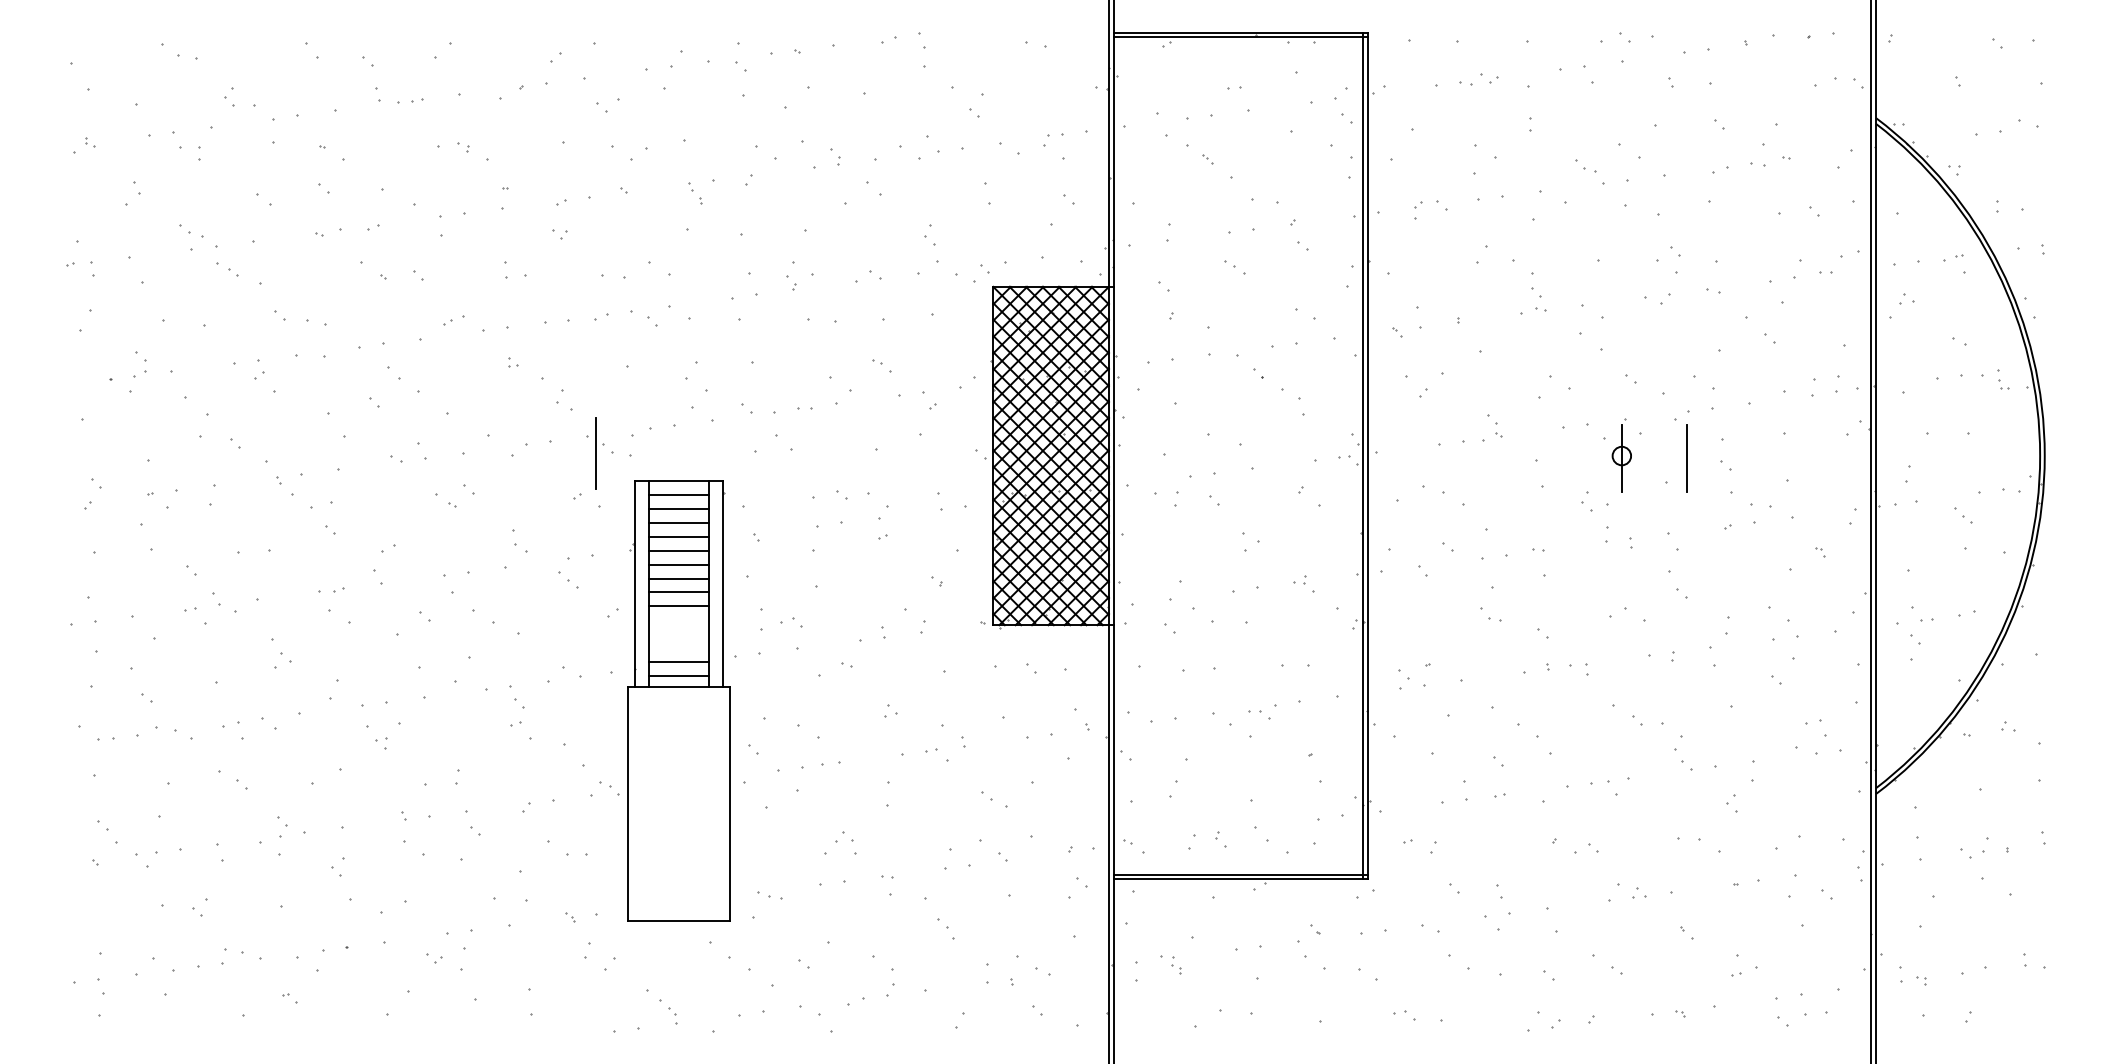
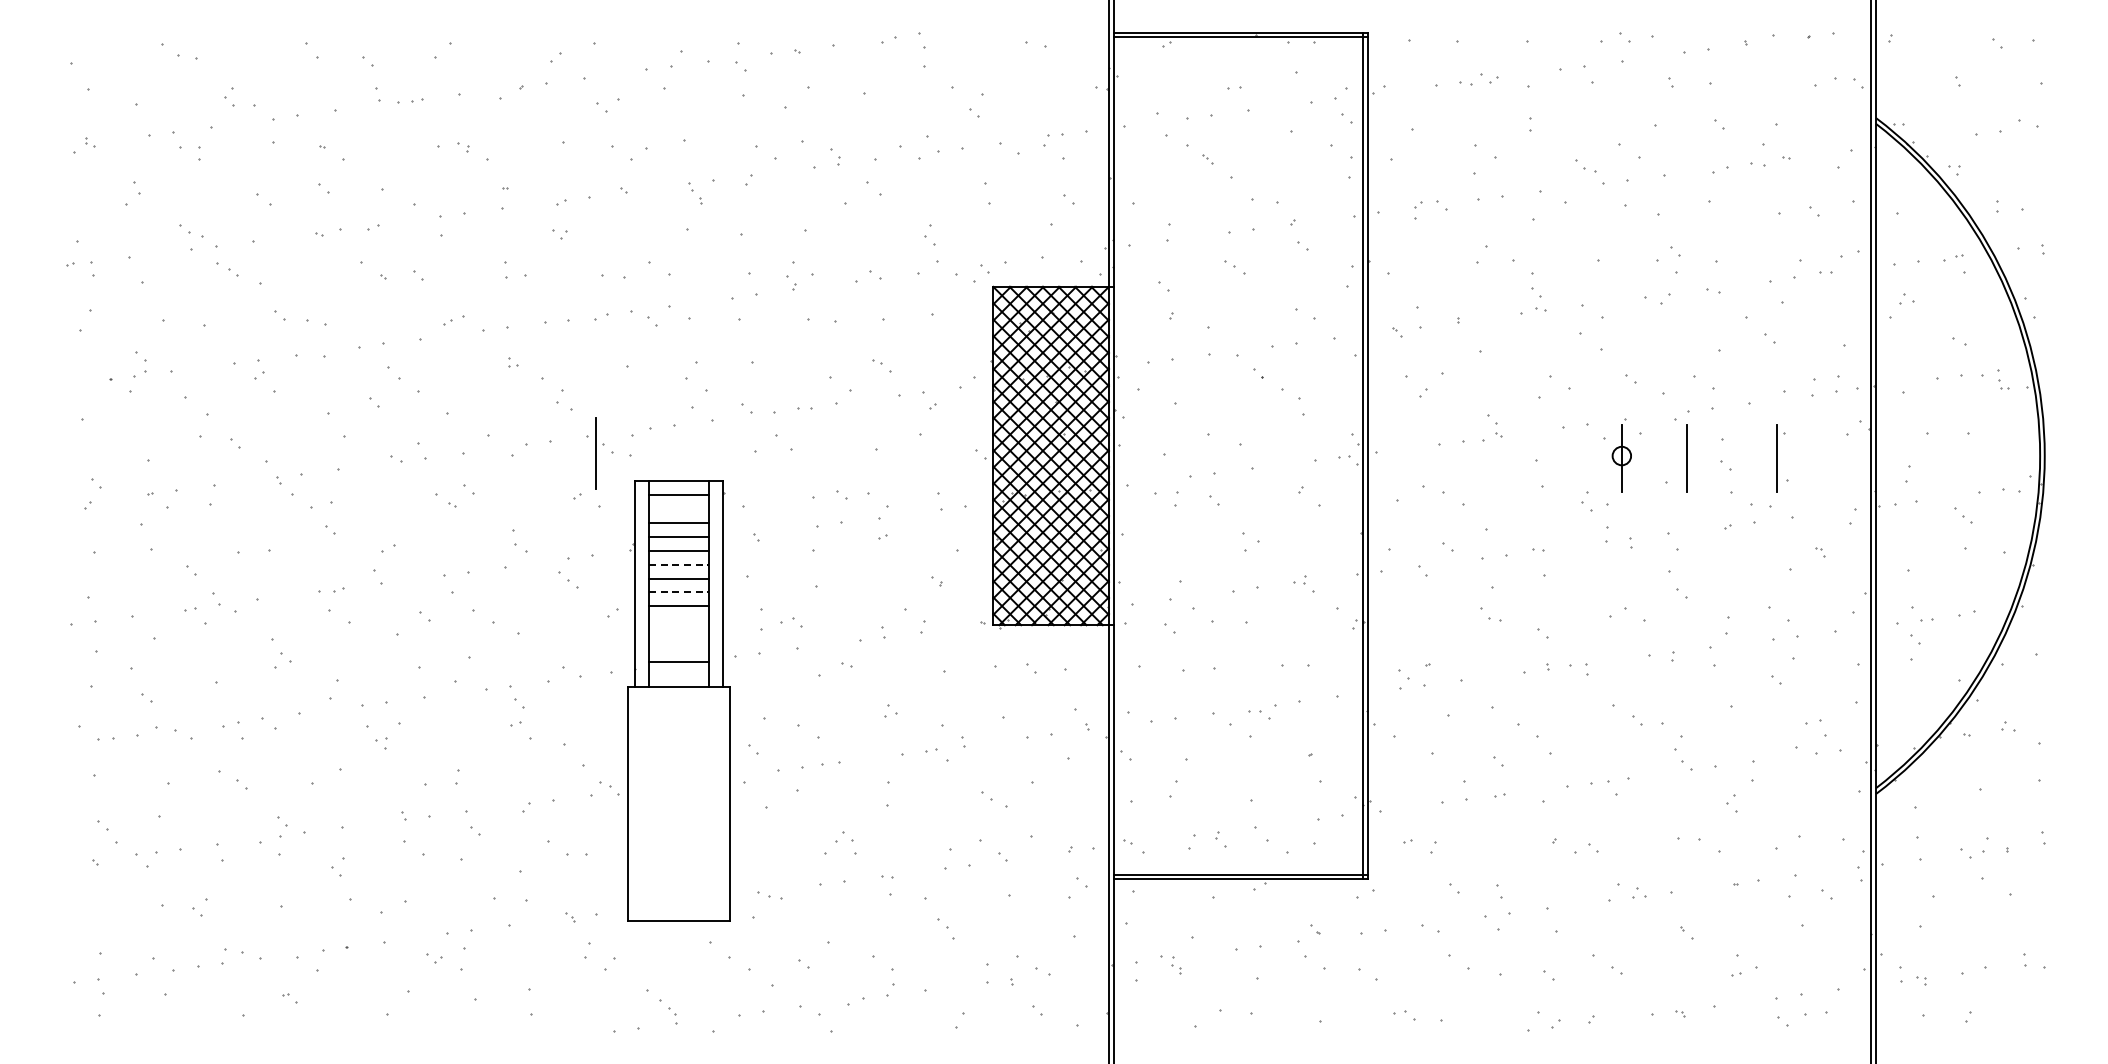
line at (1776, 458): none -> present
line at (679, 509): present -> none
line at (679, 564): solid -> dashed
line at (679, 592): solid -> dashed
line at (679, 675): present -> none
